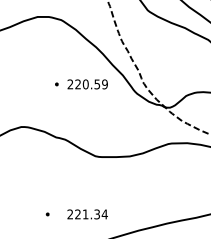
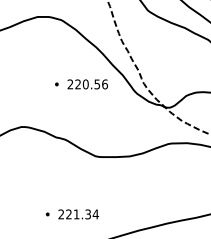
text at (104, 84): 220.59 -> 220.56
text at (87, 214) position: (87, 214) -> (78, 214)
